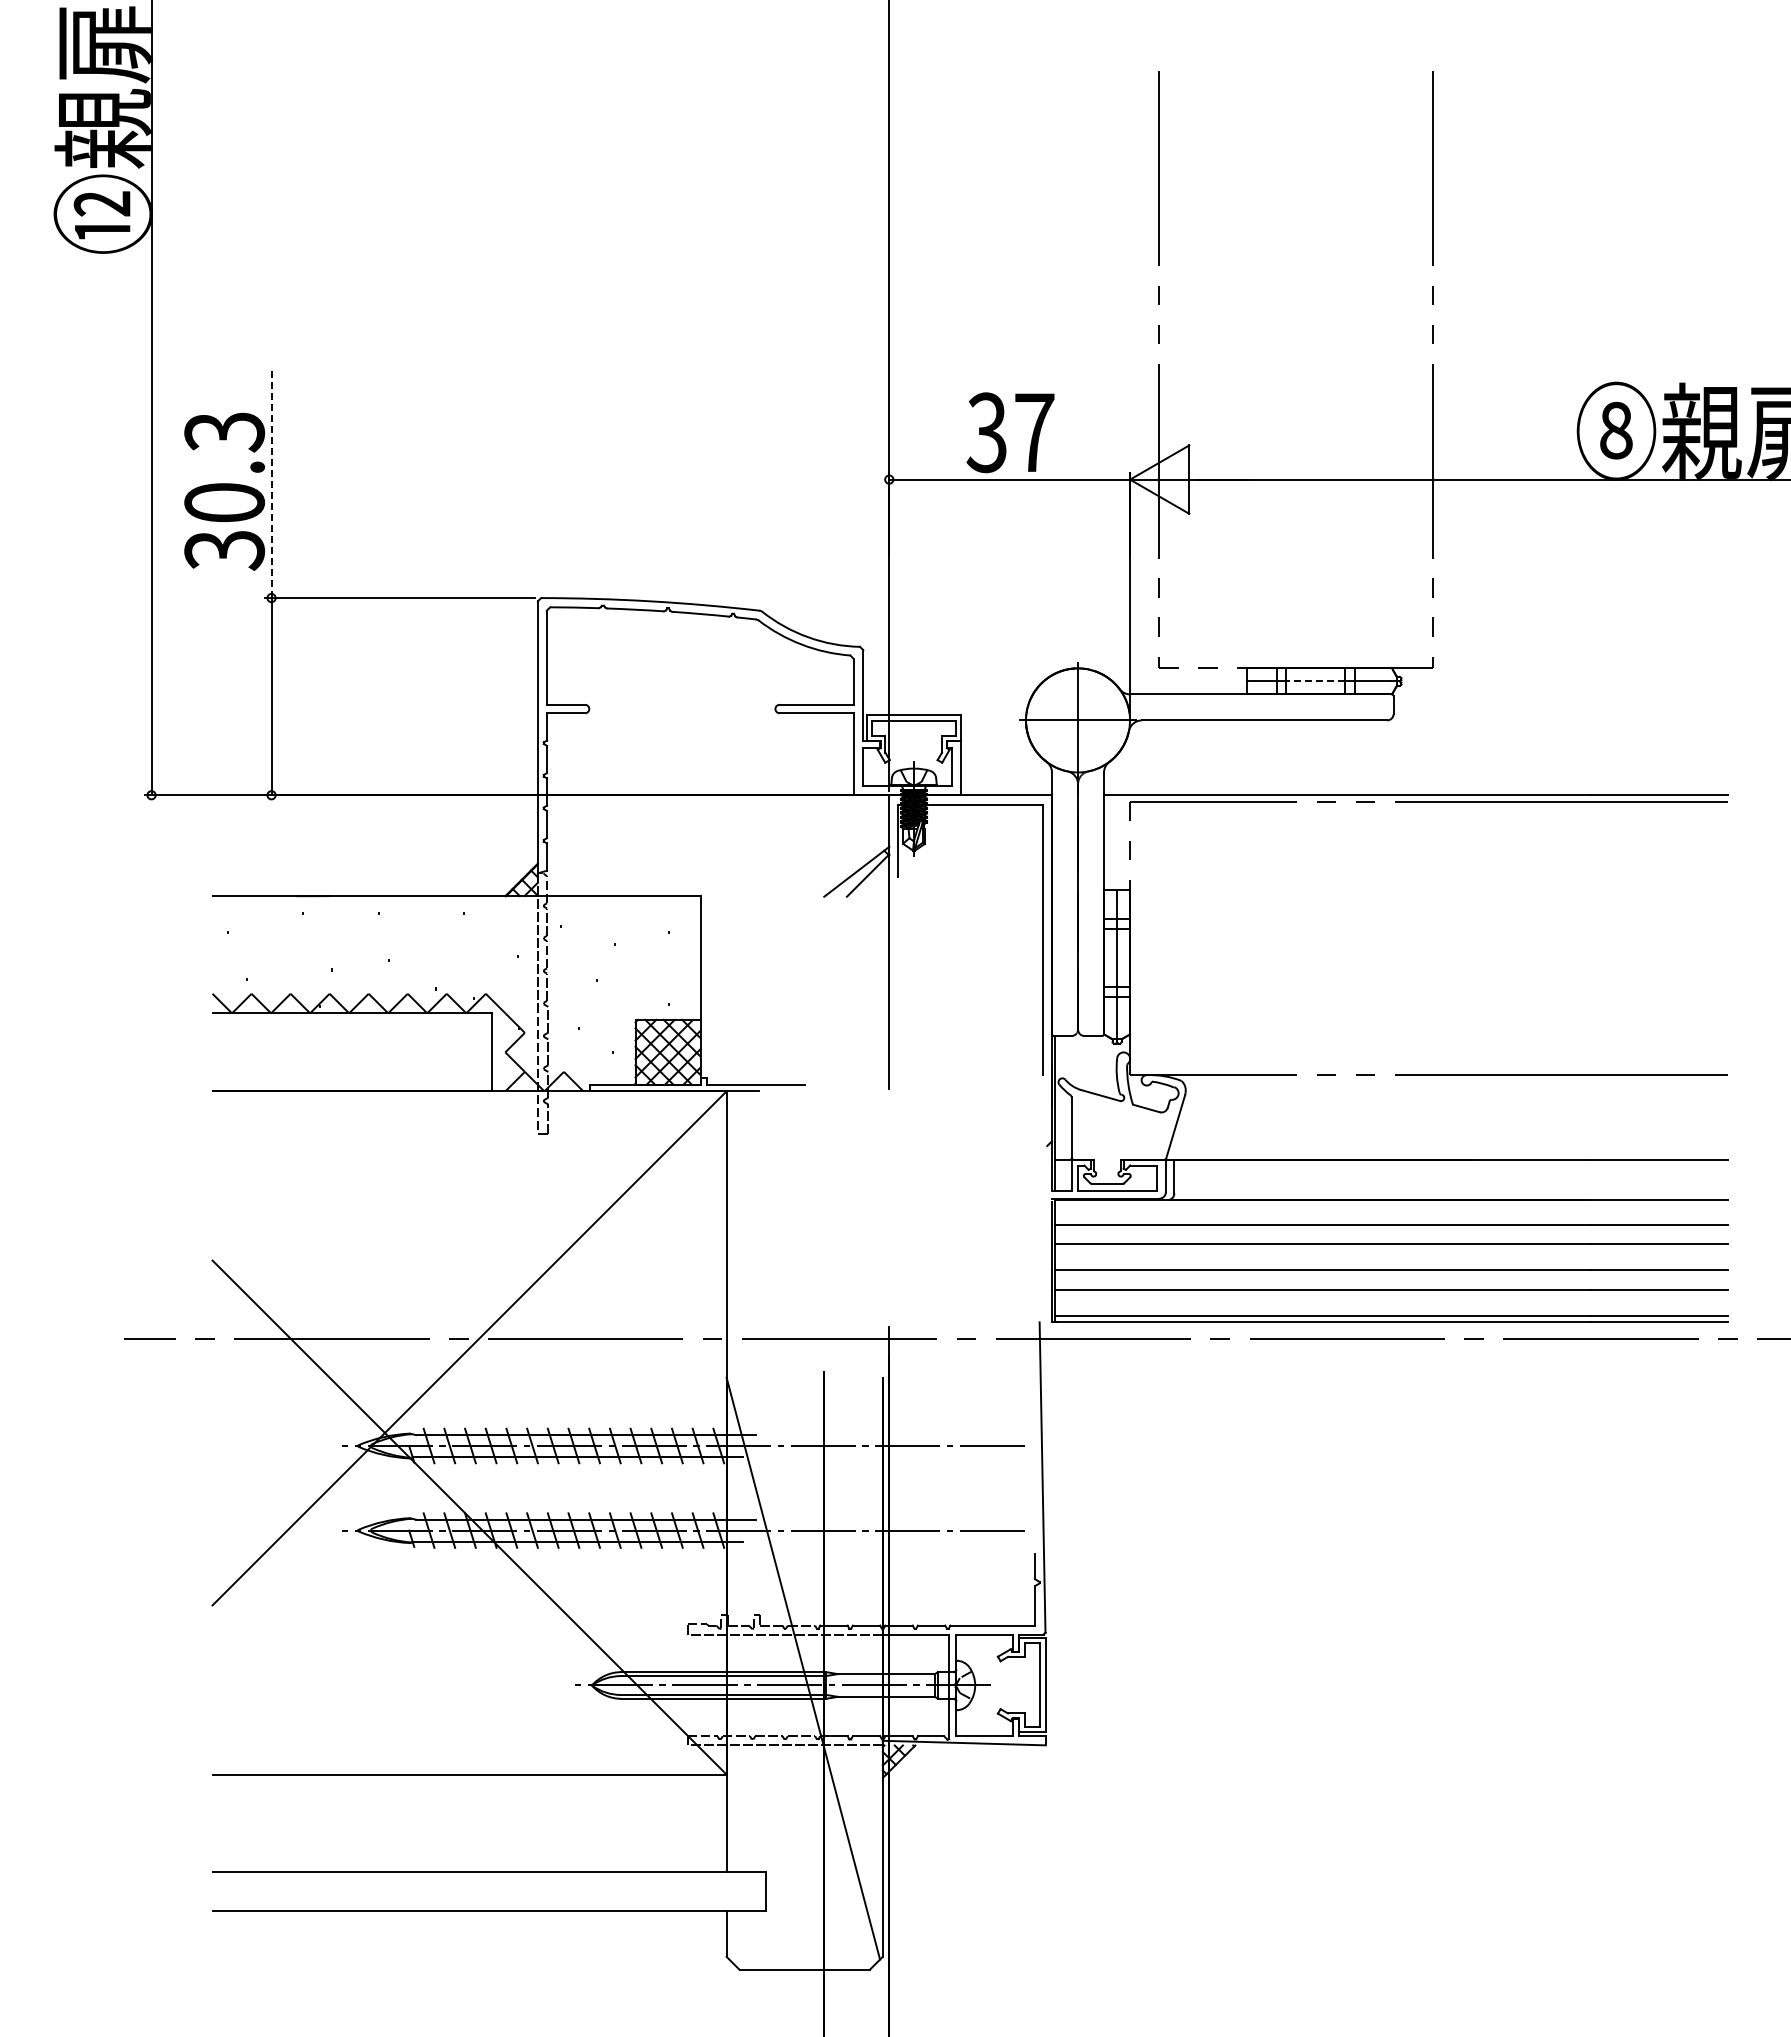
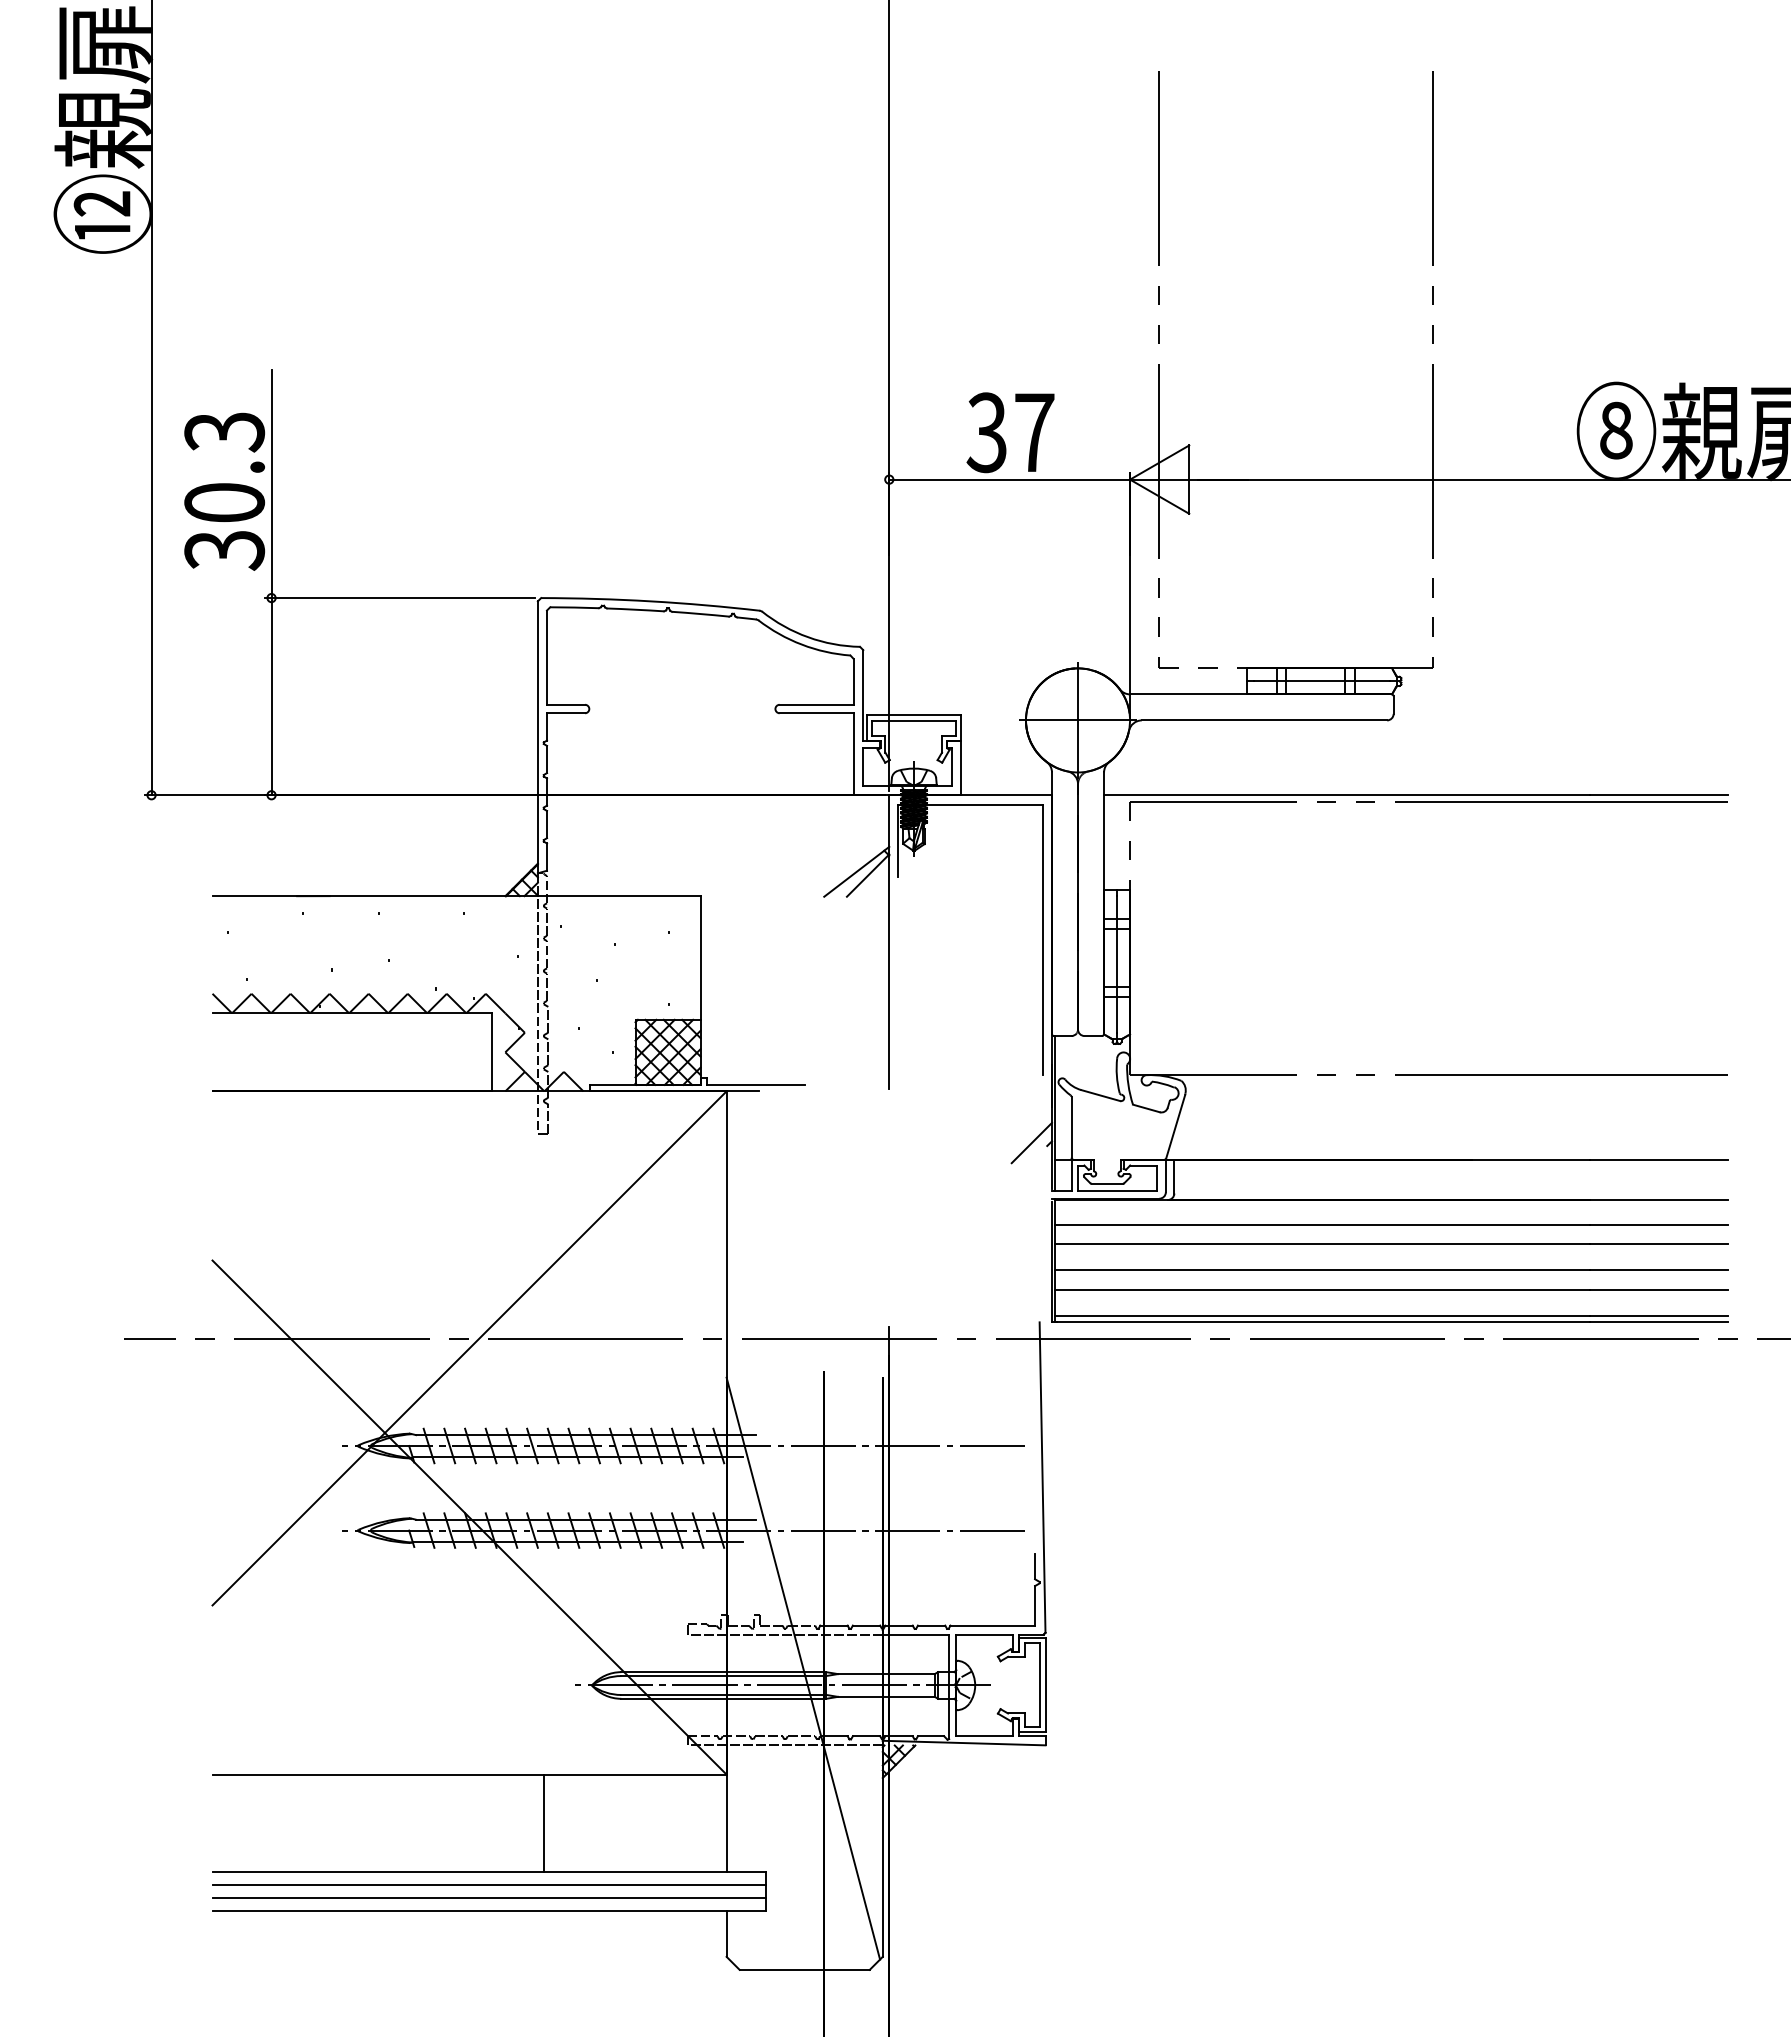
line at (271, 484): dashed -> solid
line at (1315, 681): dashed -> solid
line at (1031, 1142): none -> present
line at (544, 1823): none -> present
line at (488, 1885): none -> present
line at (488, 1898): none -> present
